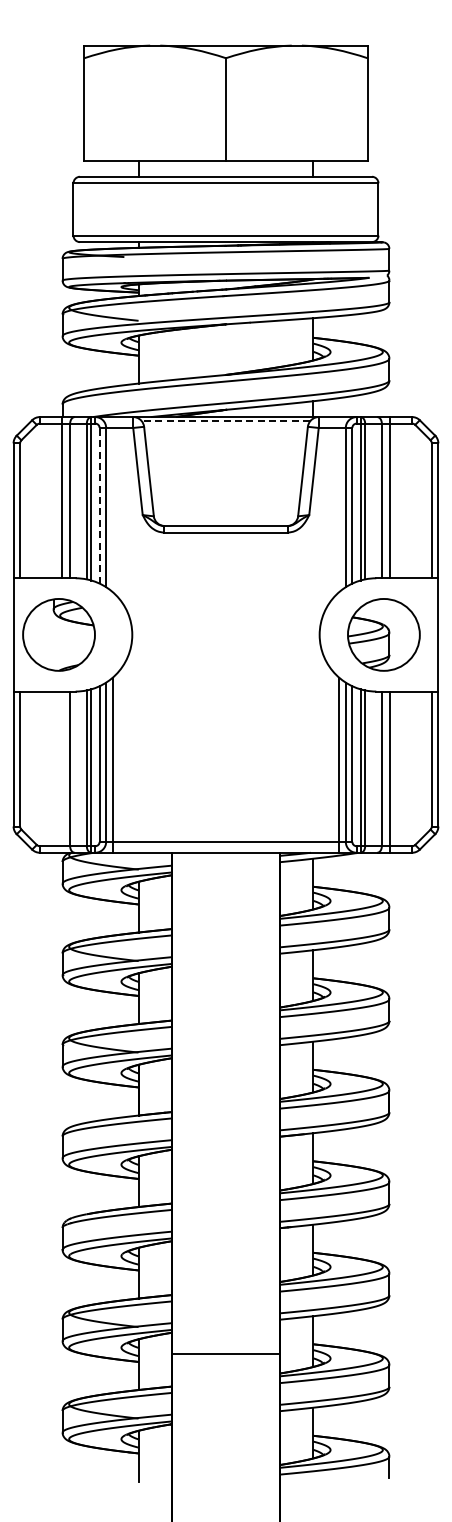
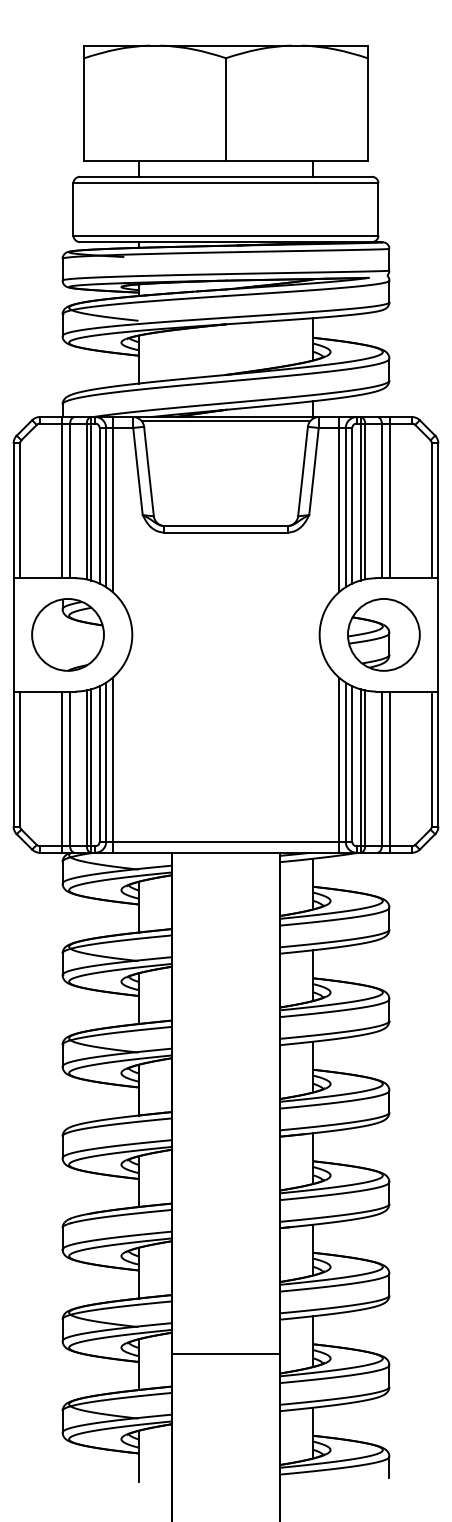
line at (225, 421): dashed -> solid
line at (112, 504): none -> present
line at (339, 504): none -> present
line at (99, 505): dashed -> solid
part at (58, 634) position: (58, 634) -> (67, 634)
line at (62, 771): none -> present
